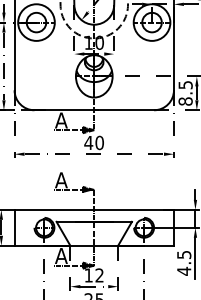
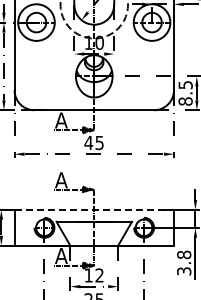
text at (99, 142): 40 -> 45
line at (94, 209): solid -> dashed
text at (184, 262): 4.5 -> 3.8
